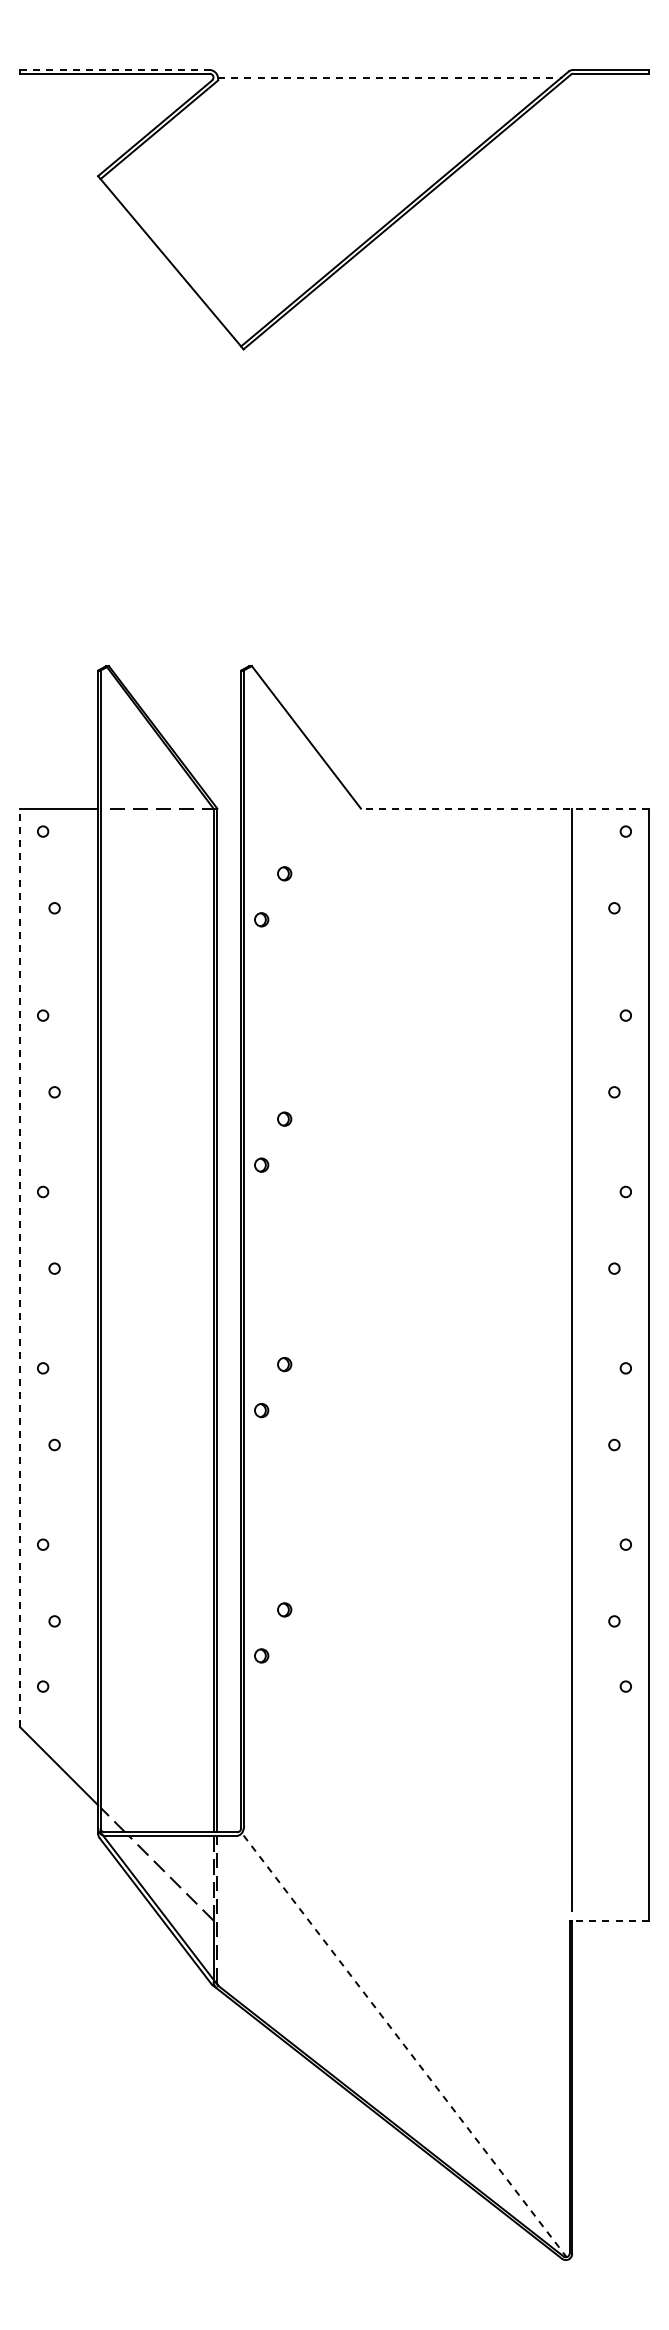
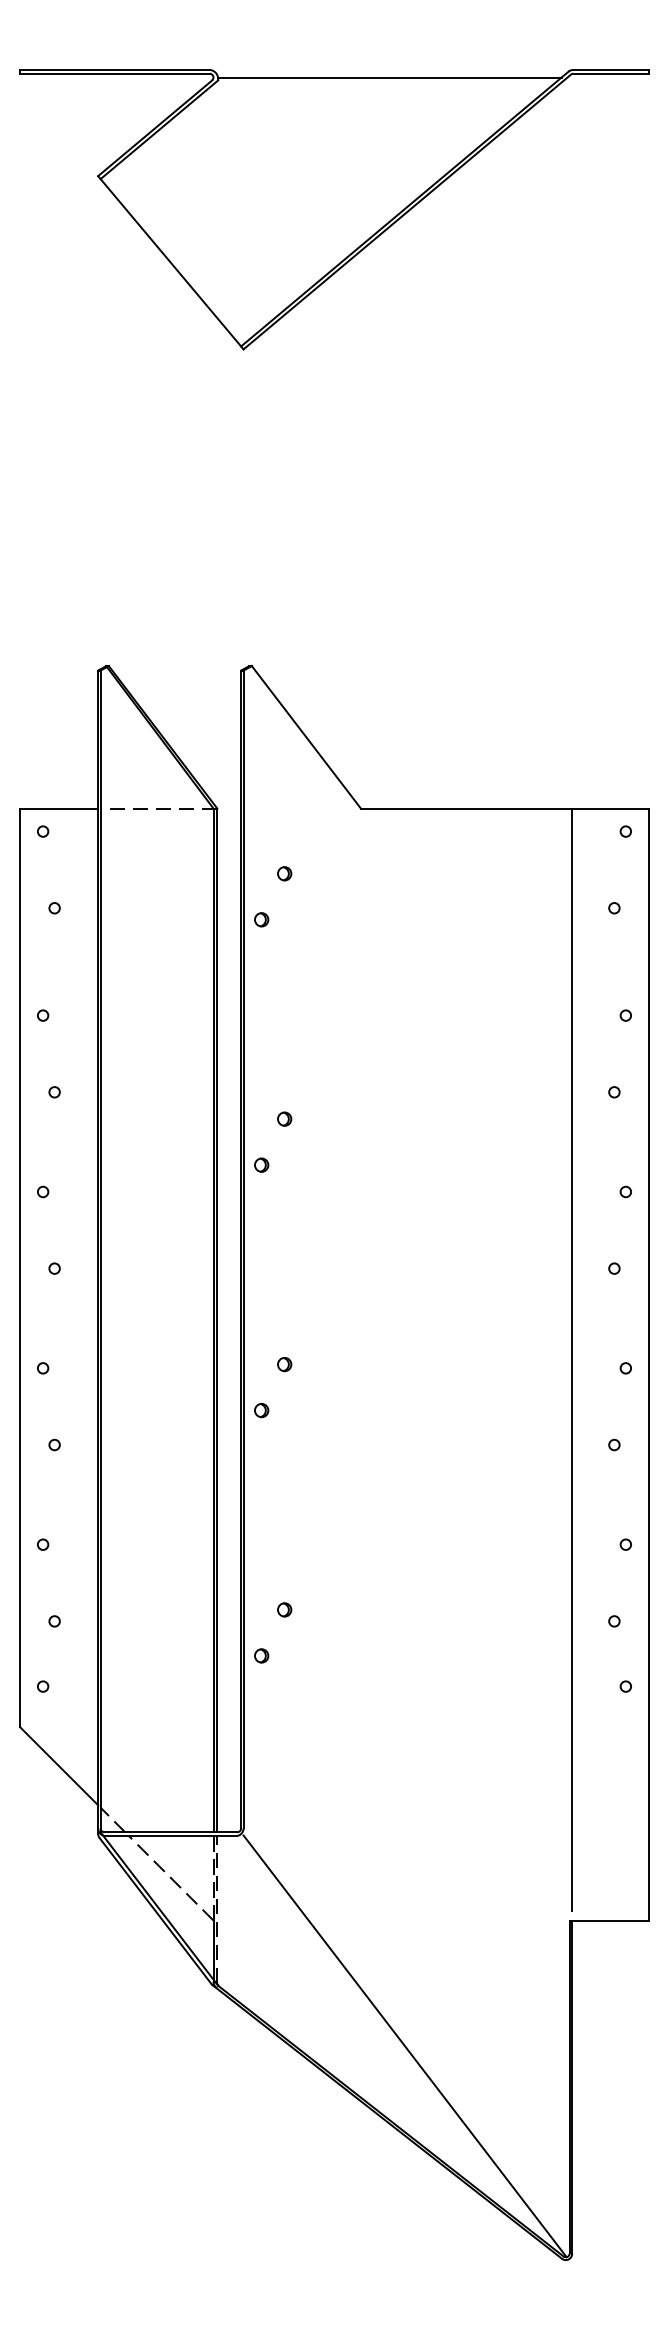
line at (114, 69): dashed -> solid
line at (389, 77): dashed -> solid
line at (504, 808): dashed -> solid
line at (20, 1267): dashed -> solid
line at (610, 1920): dashed -> solid
line at (405, 2046): dashed -> solid
